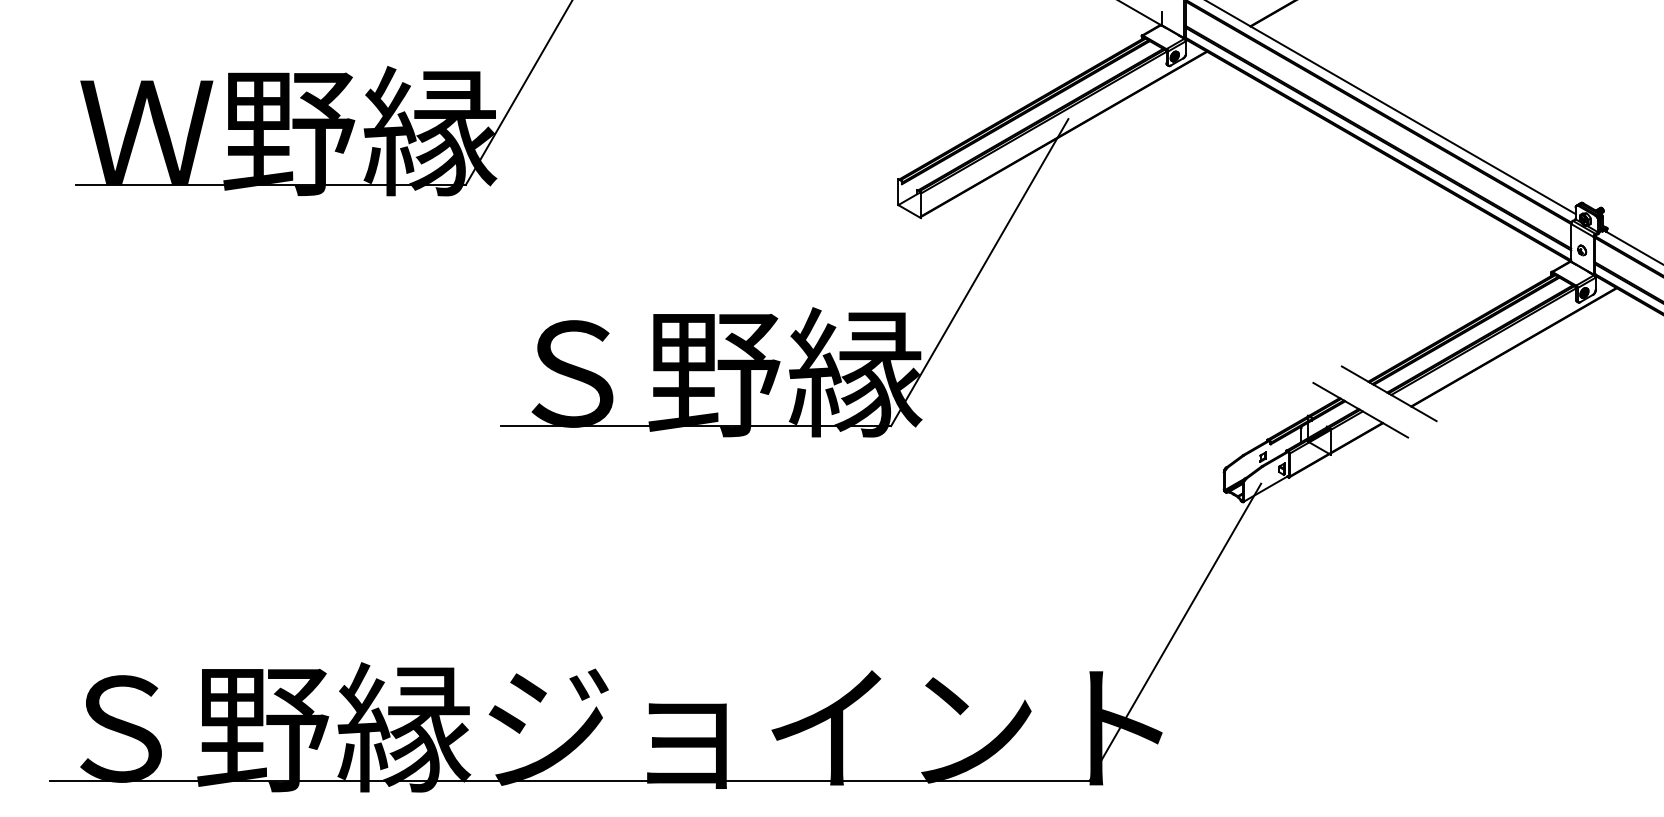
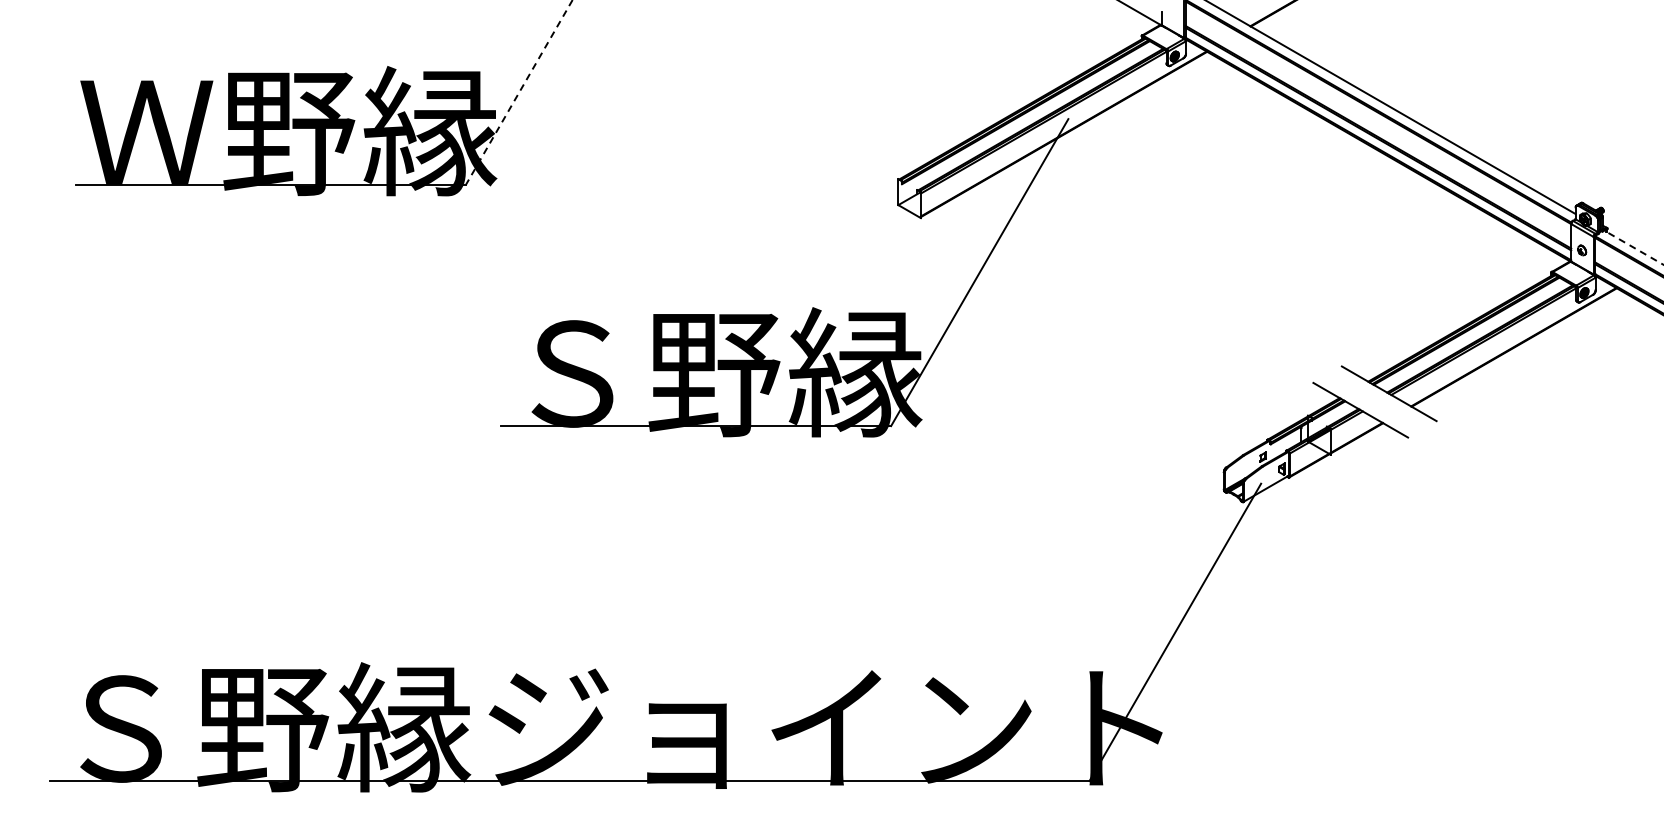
line at (519, 92): solid -> dashed
line at (1633, 247): solid -> dashed
